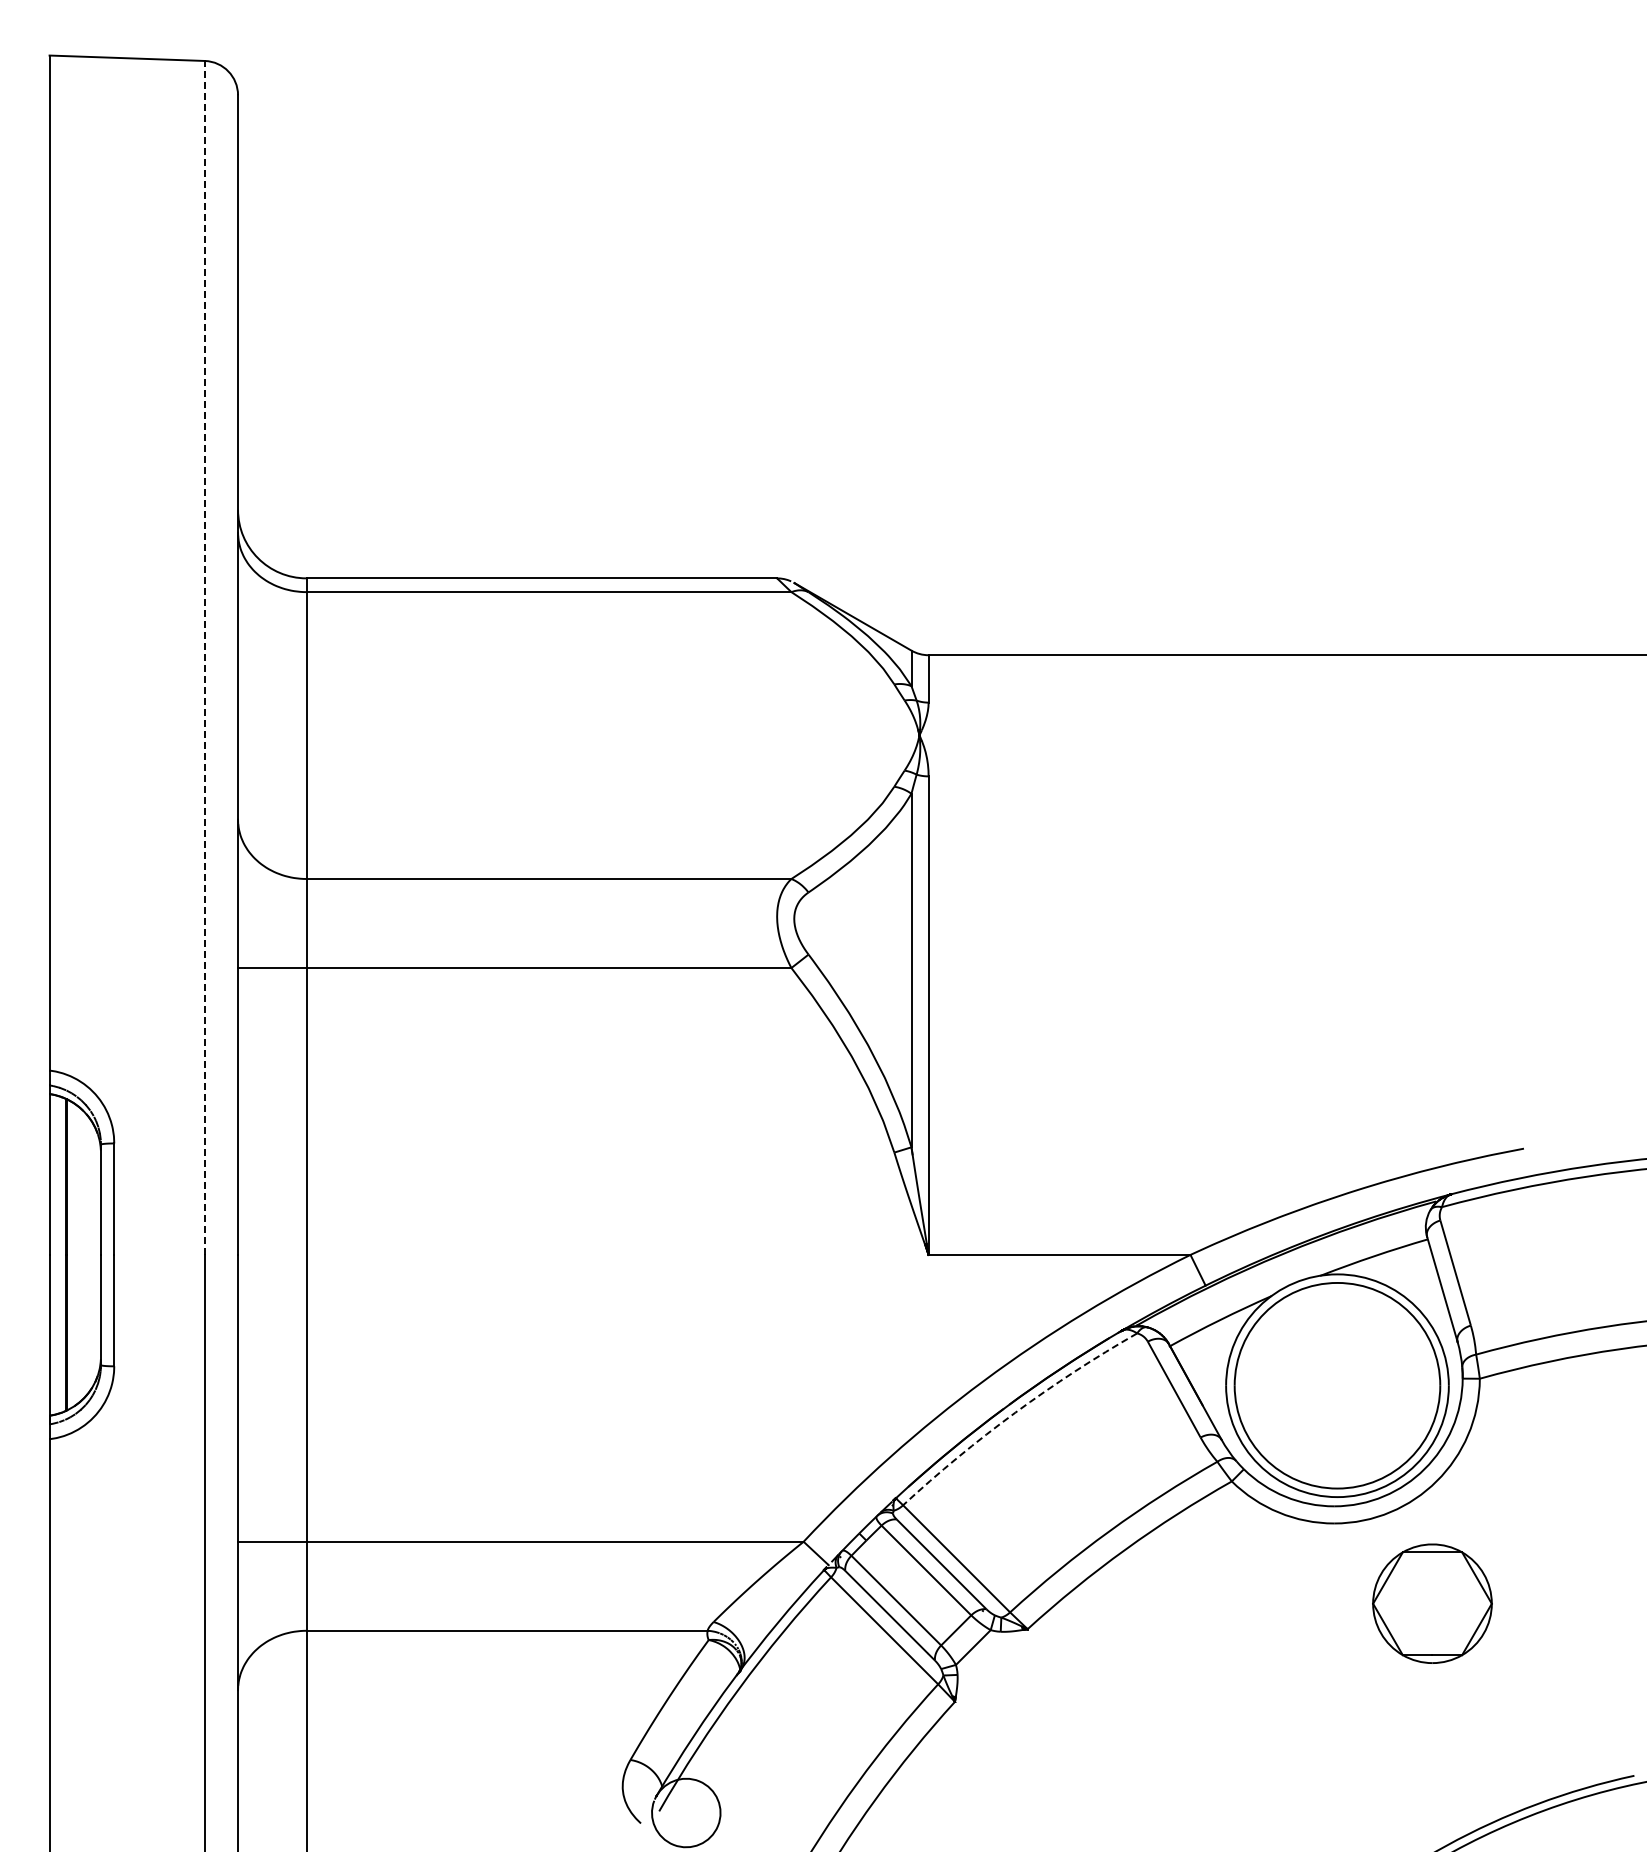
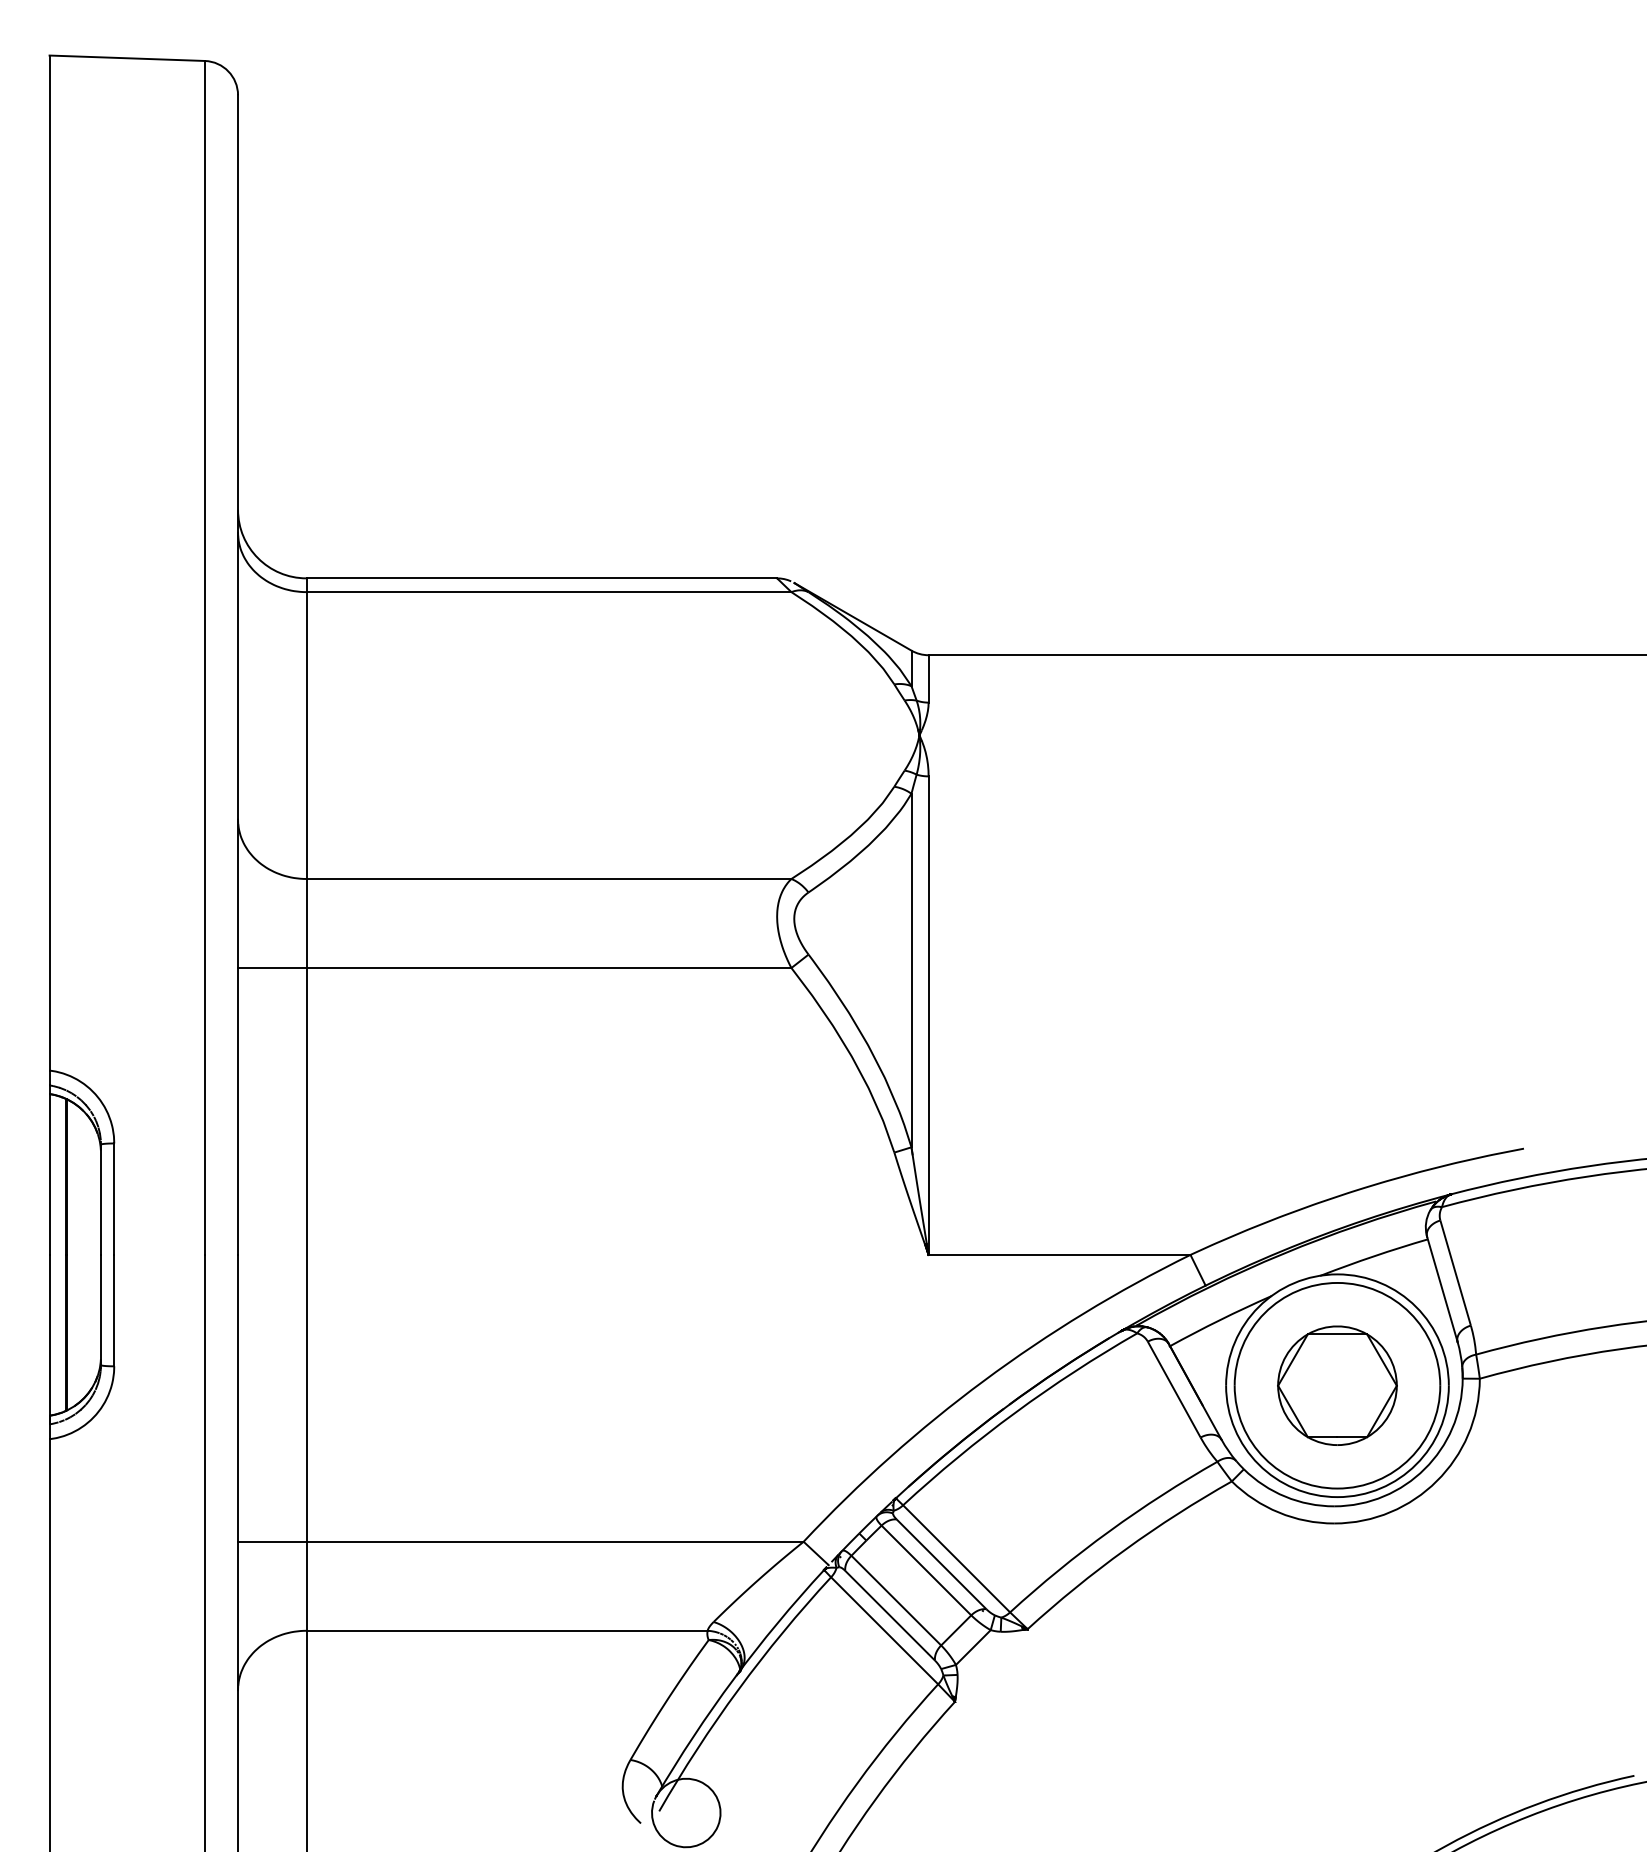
line at (204, 657): dashed -> solid
arc at (1015, 1412): dashed -> solid
part at (1432, 1603) position: (1432, 1603) -> (1337, 1385)
